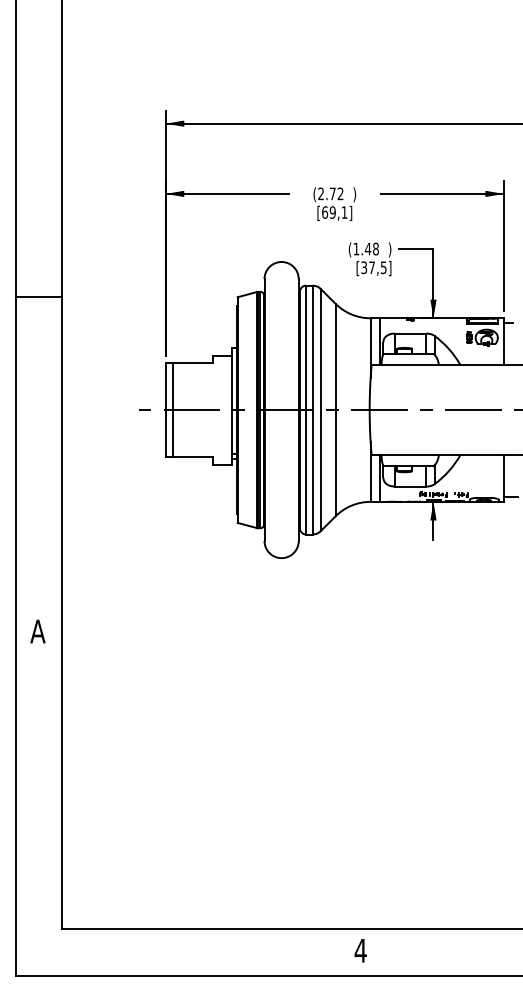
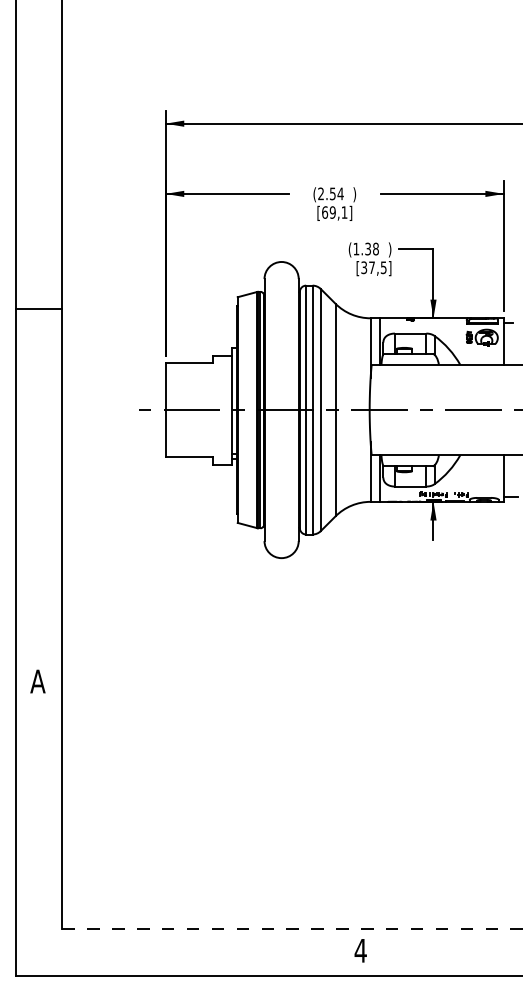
text at (336, 193): (2.72 -> (2.54
text at (367, 248): (1.48 -> (1.38
line at (38, 296) position: (38, 296) -> (38, 308)
line at (173, 409): present -> none
text at (37, 631) position: (37, 631) -> (37, 681)
line at (292, 929): solid -> dashed
